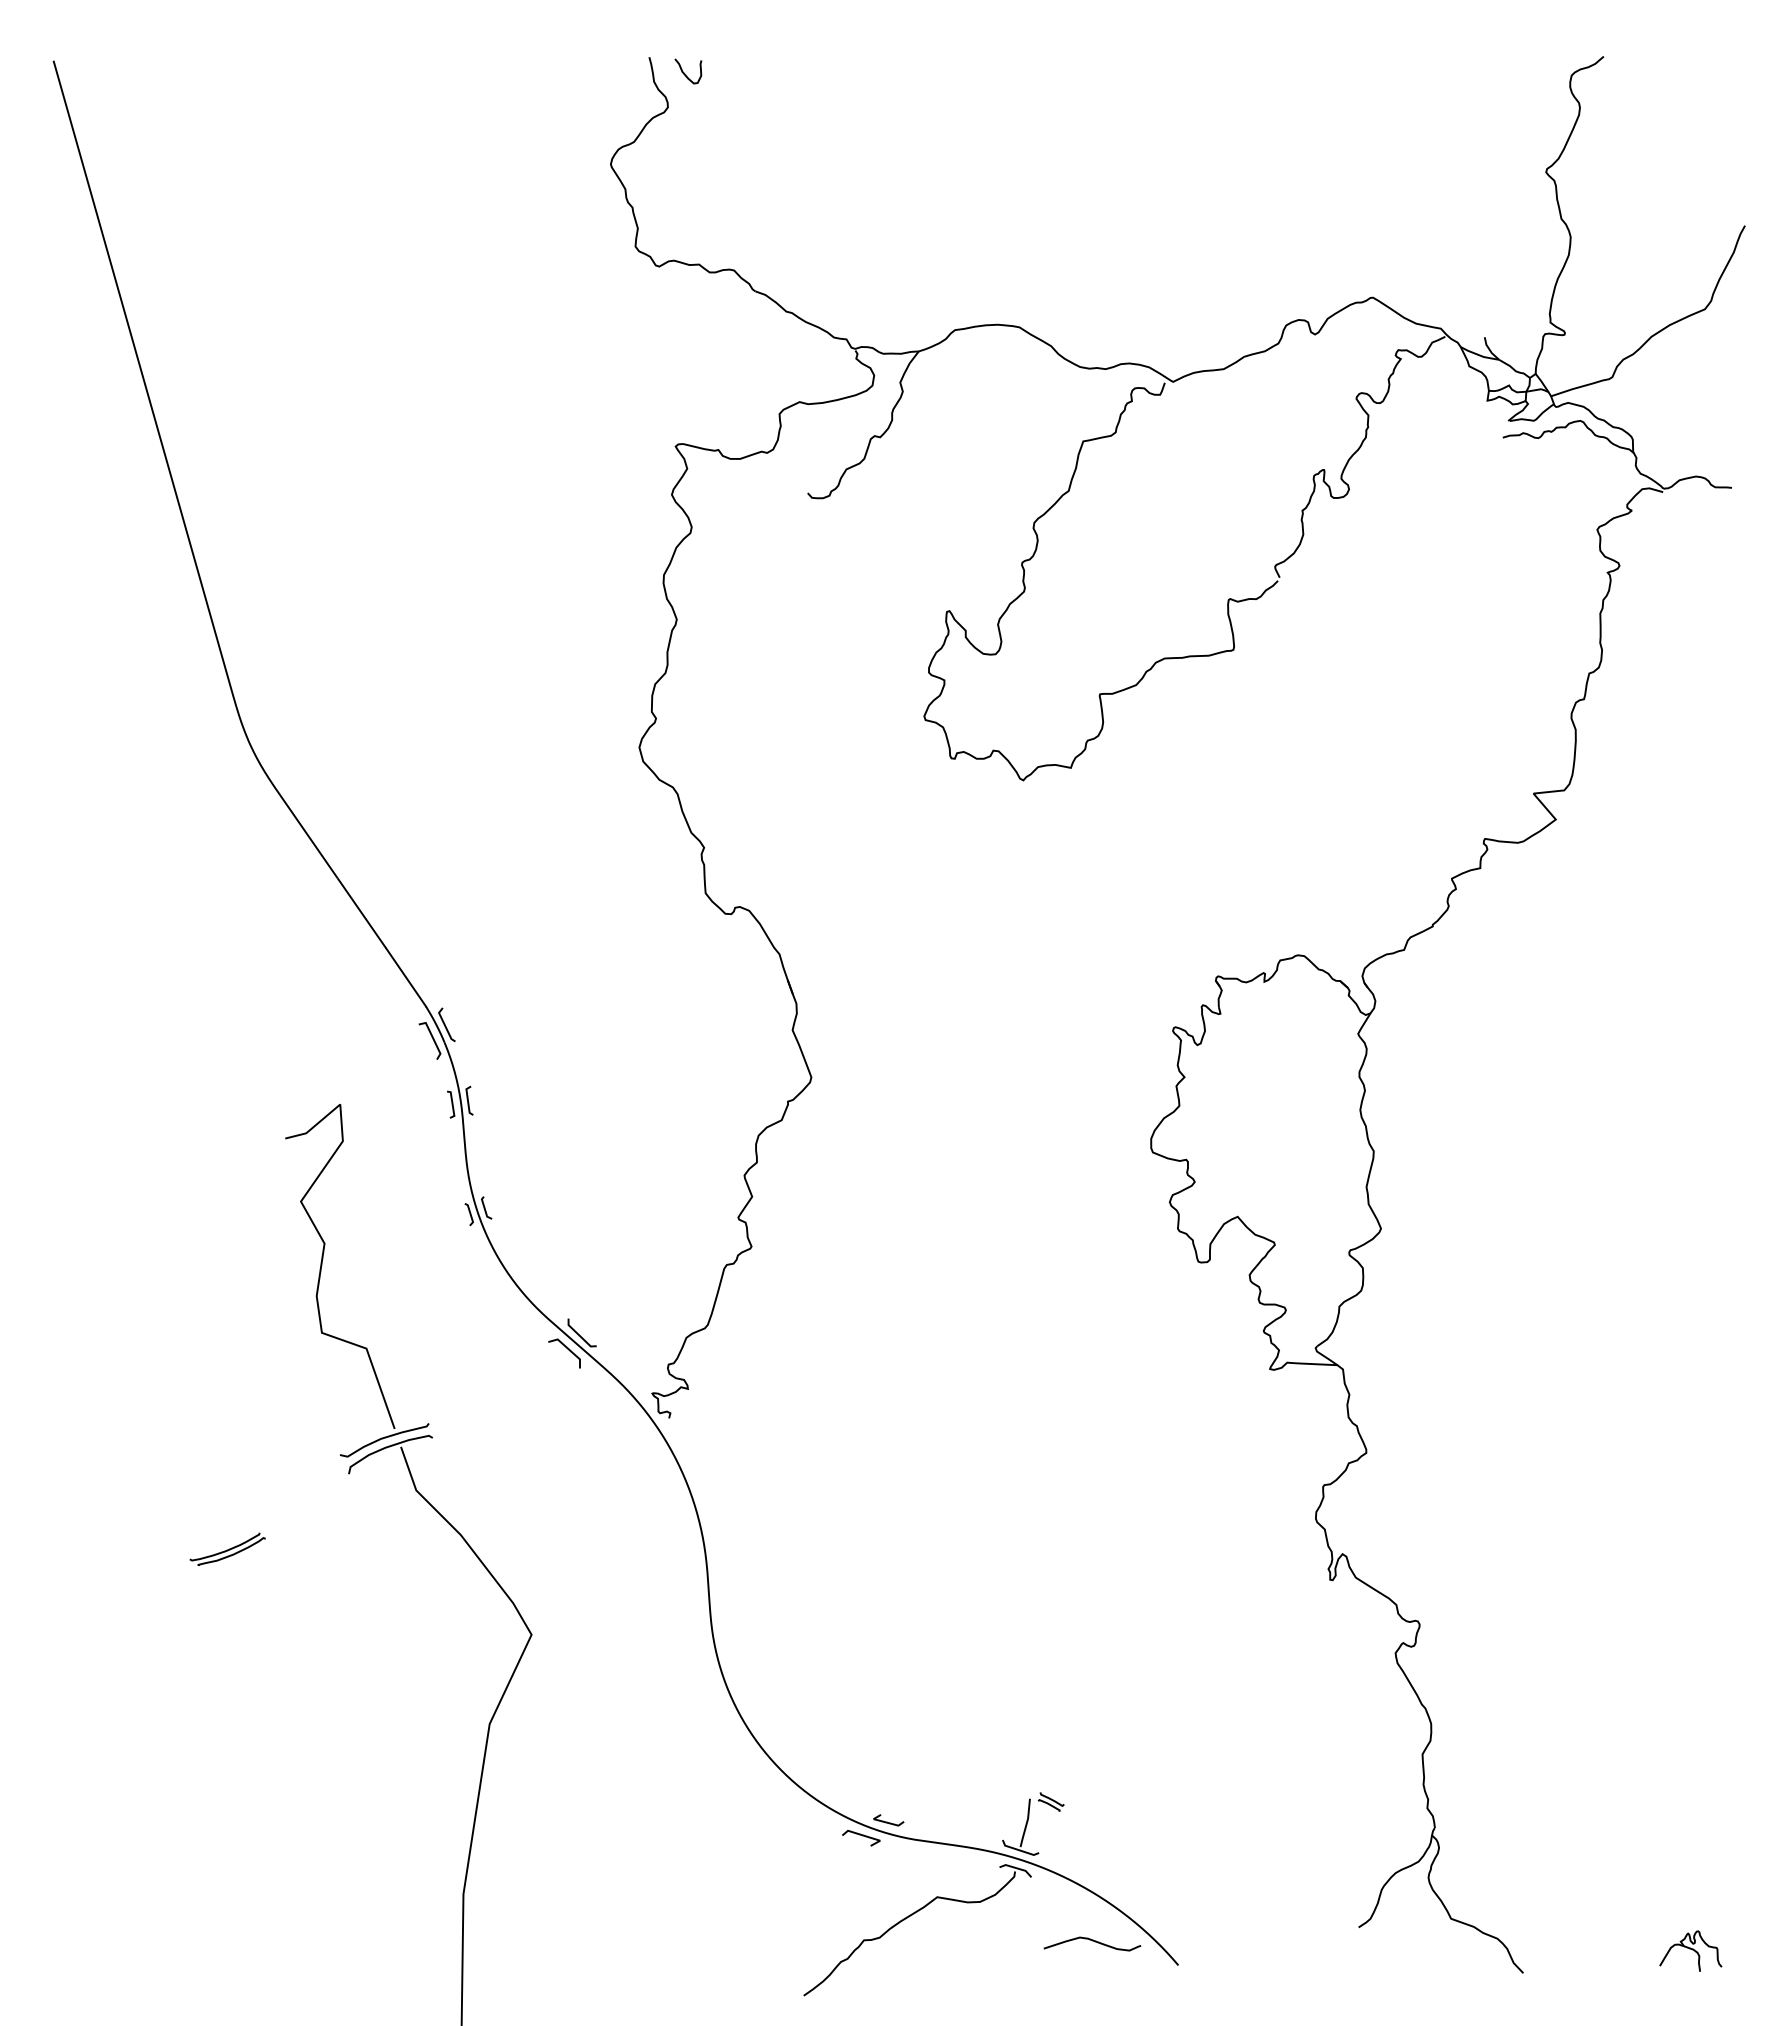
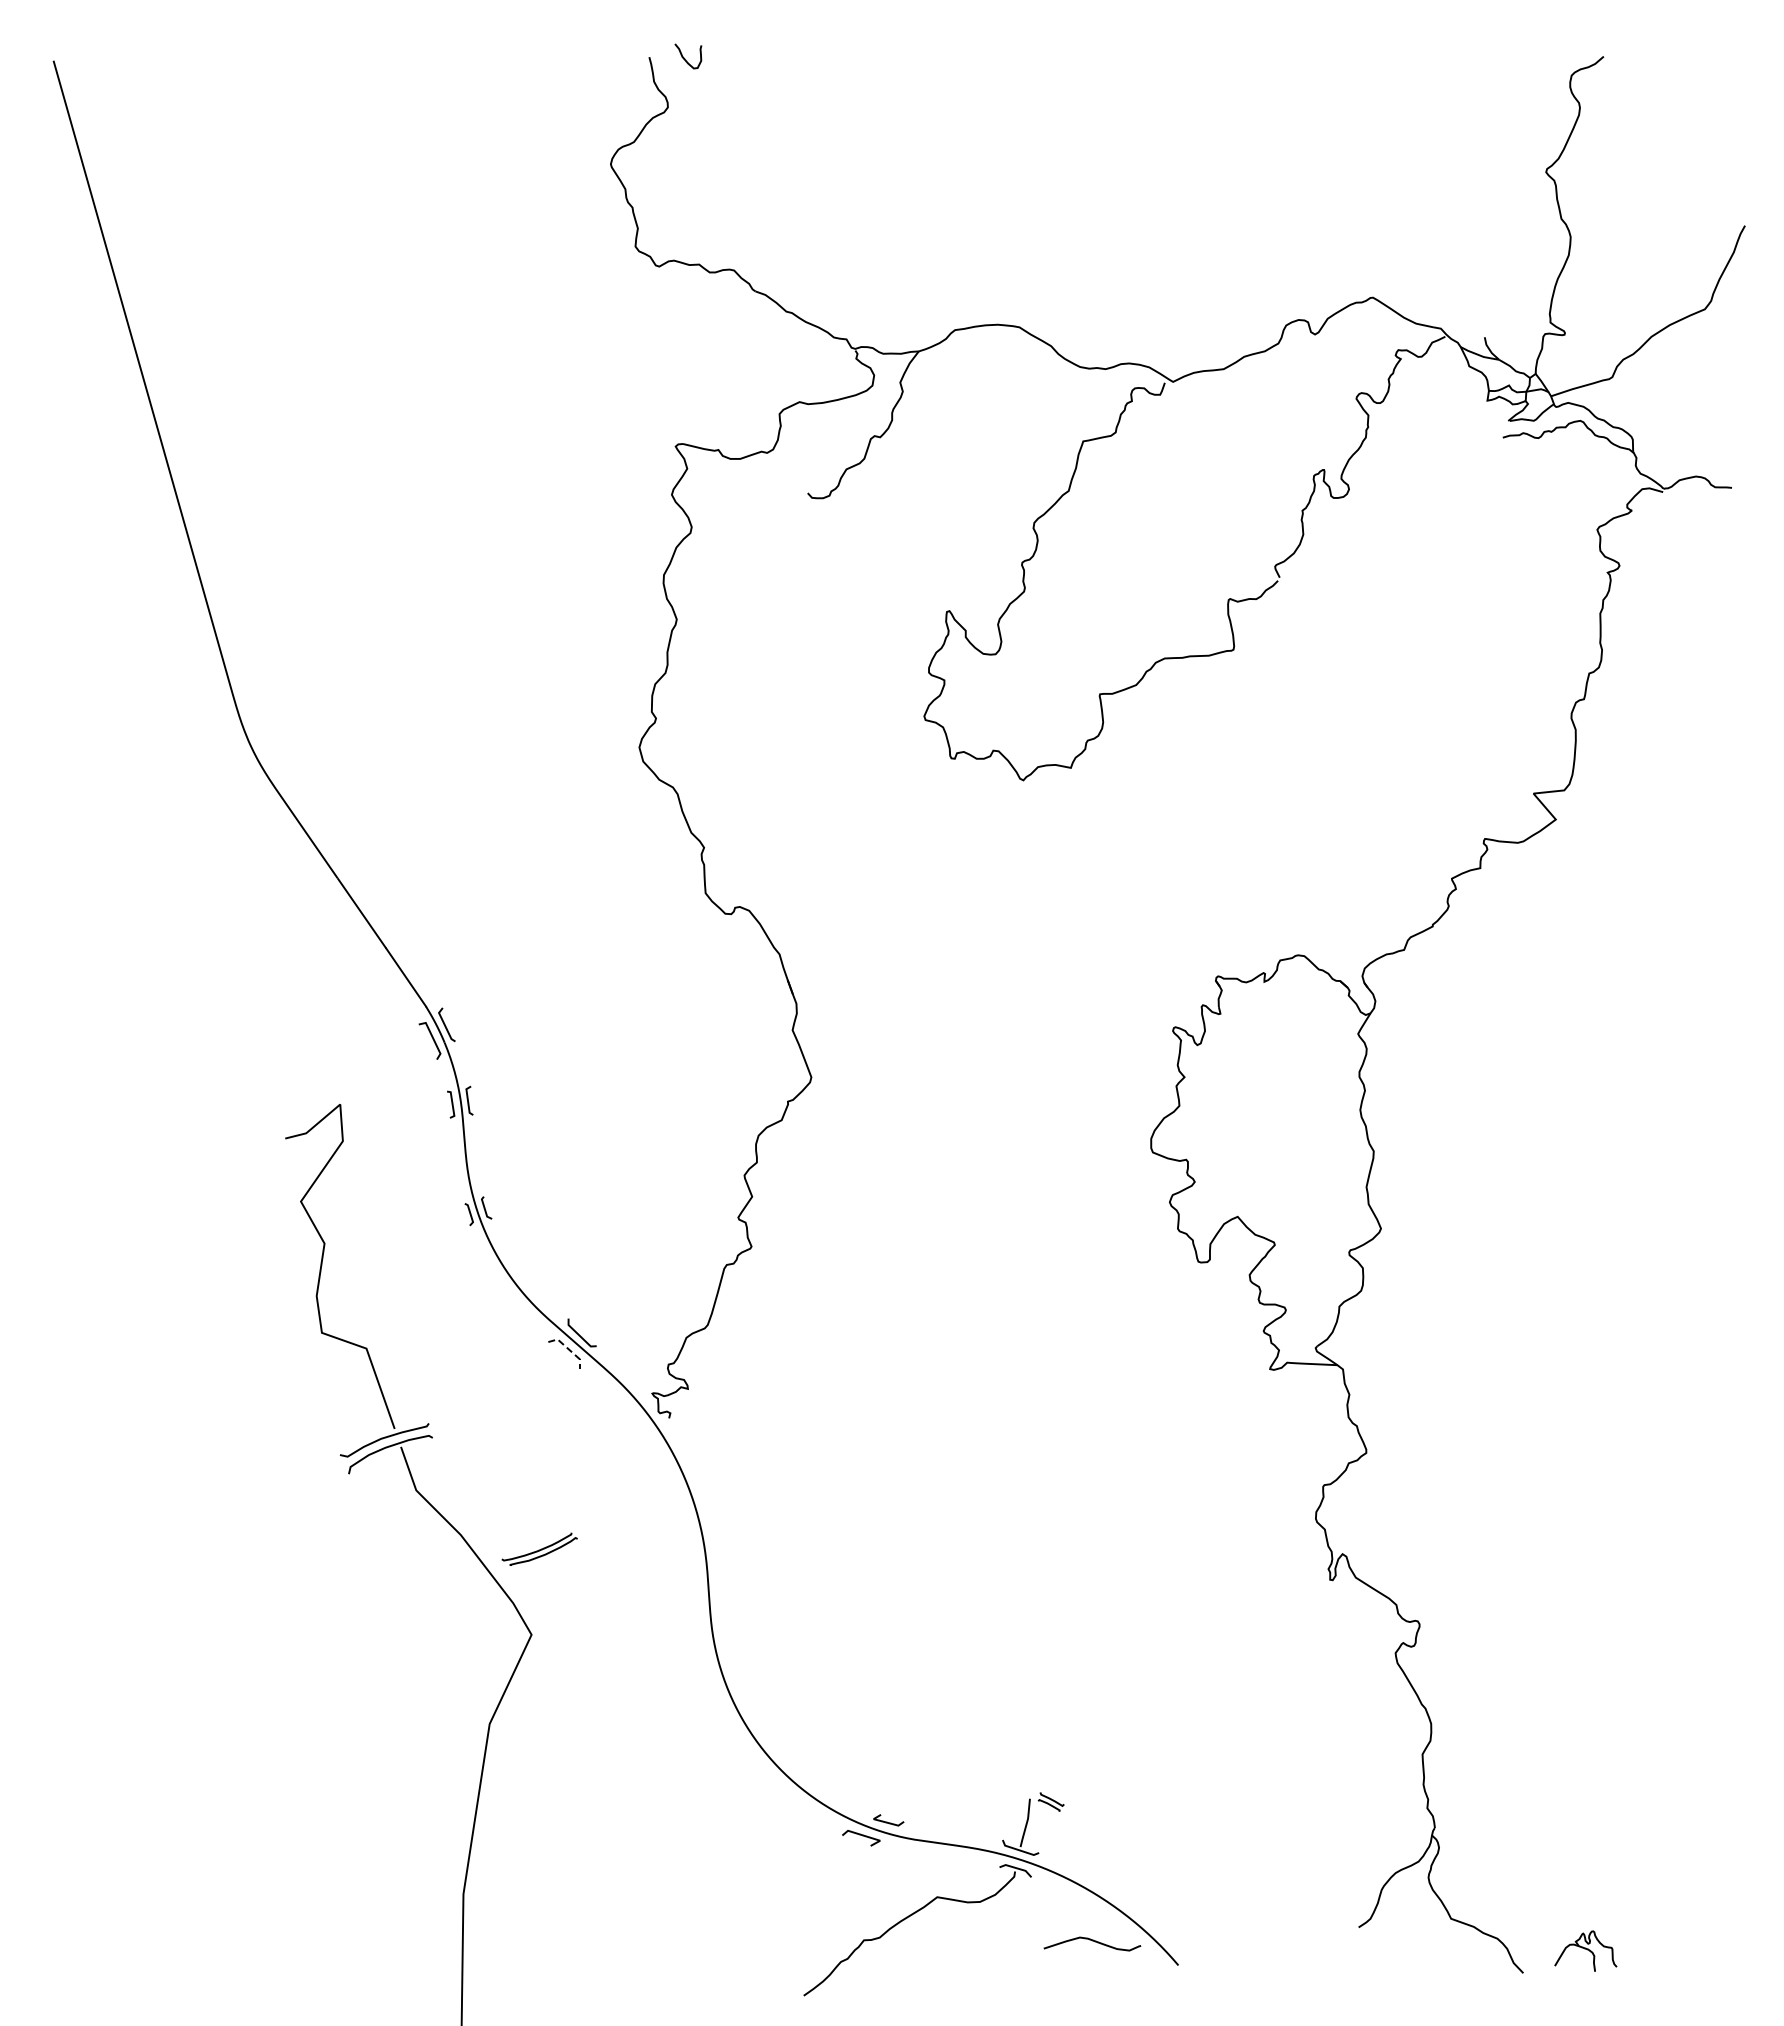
curve at (685, 73) position: (685, 73) -> (685, 58)
line at (568, 1349): solid -> dashed
part at (227, 1548) position: (227, 1548) -> (539, 1548)
part at (1690, 1950) position: (1690, 1950) -> (1585, 1950)
